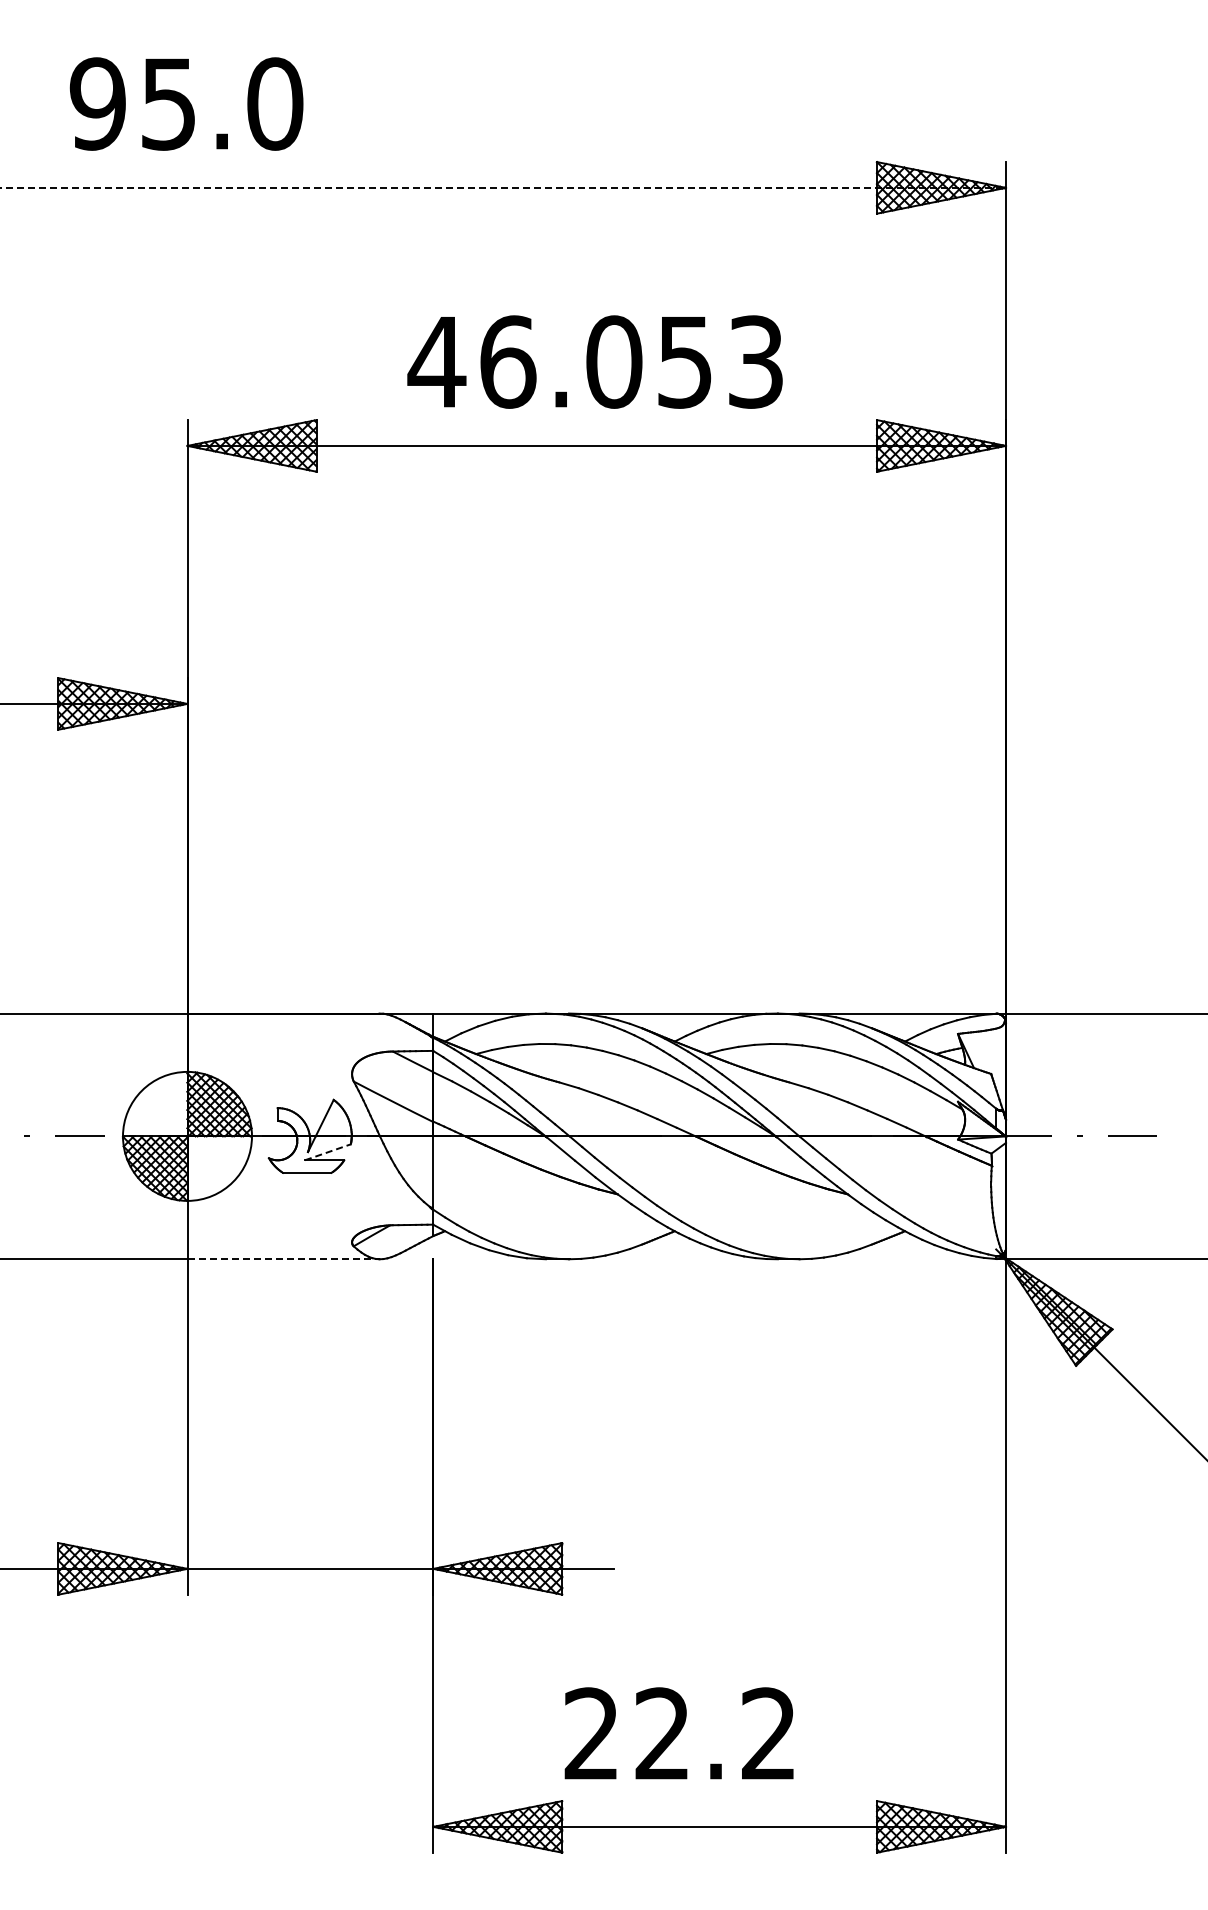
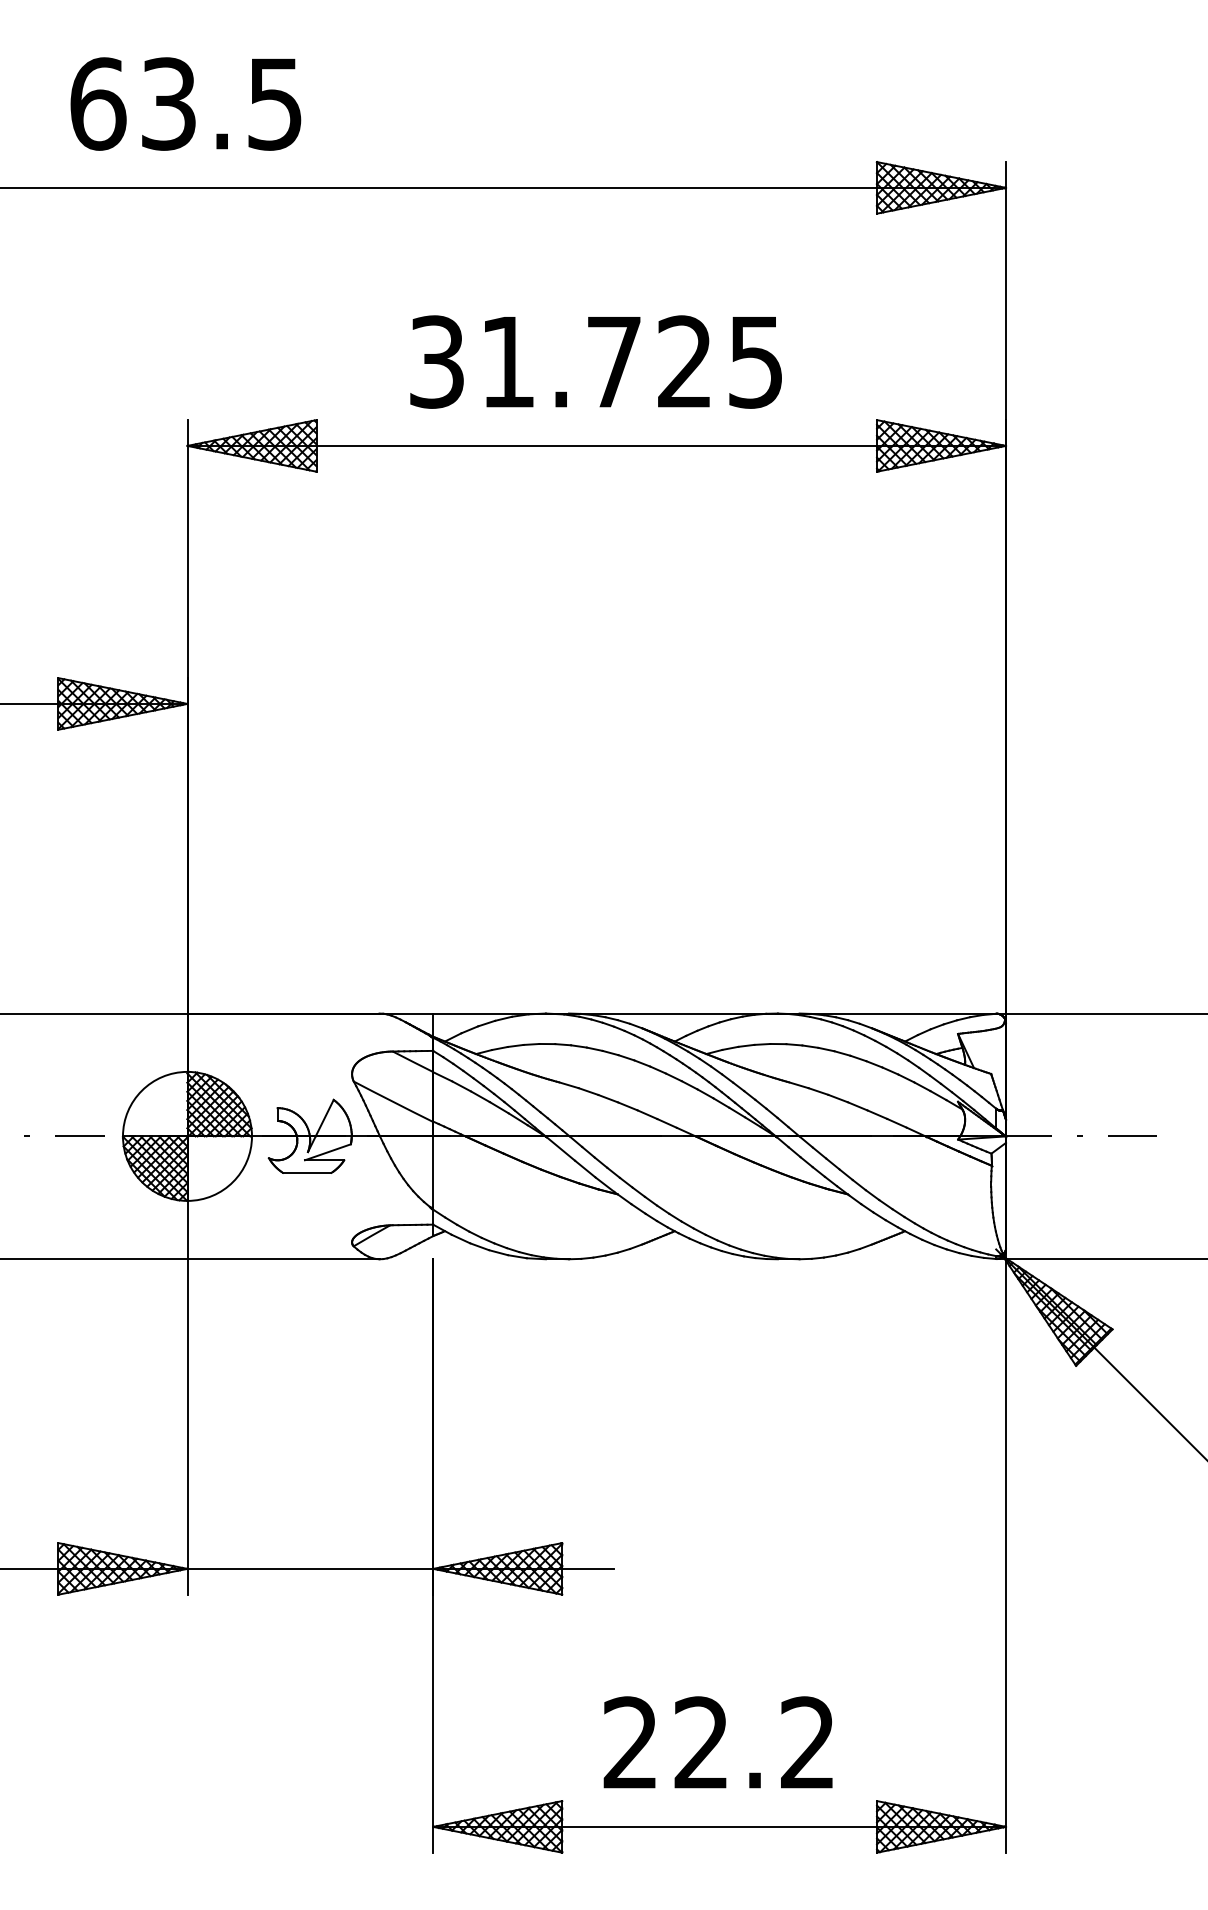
text at (186, 103): 95.0 -> 63.5
line at (503, 187): dashed -> solid
text at (594, 361): 46.053 -> 31.725
line at (328, 1152): dashed -> solid
line at (284, 1259): dashed -> solid
text at (678, 1733) position: (678, 1733) -> (717, 1742)
